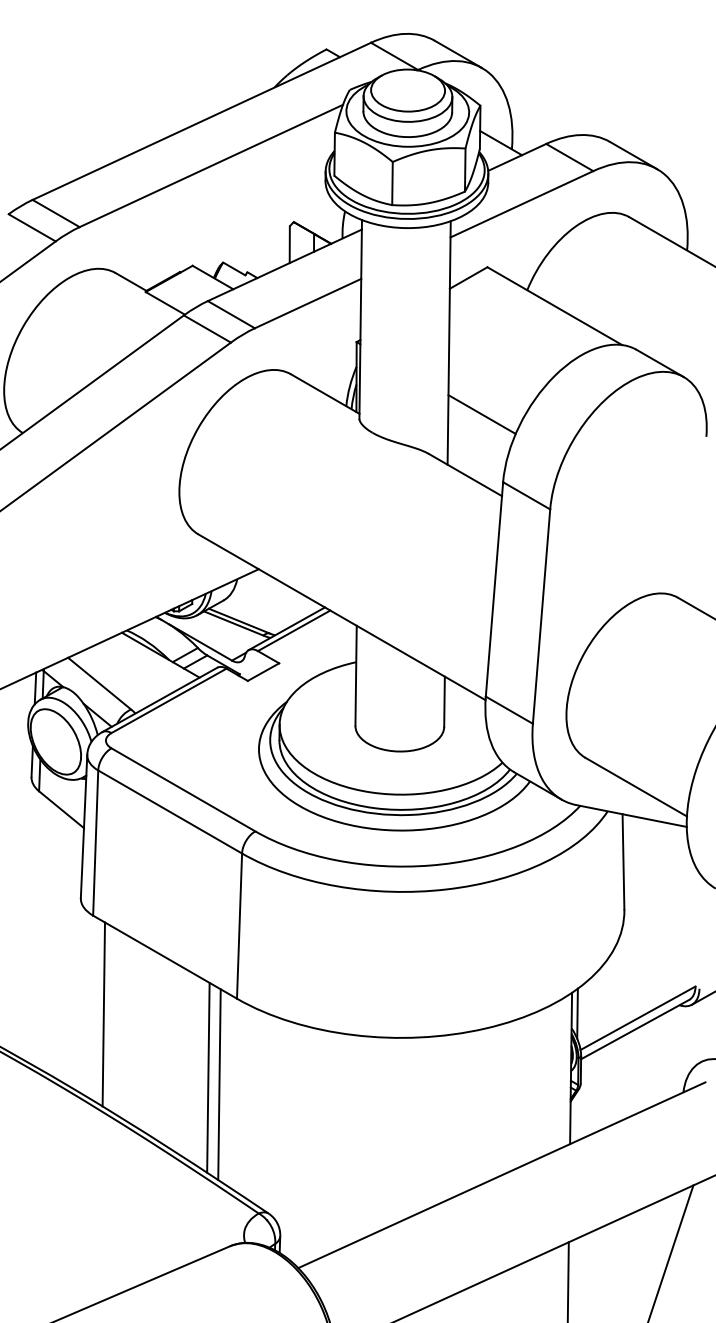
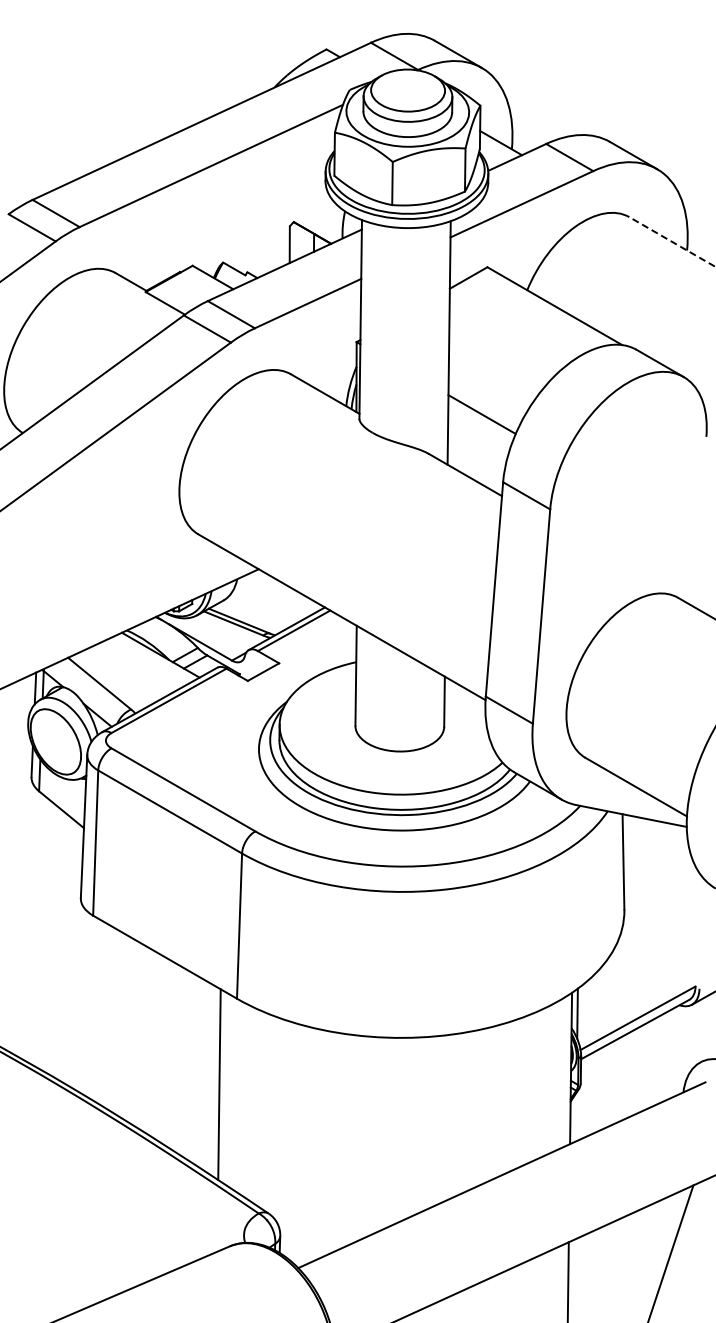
line at (672, 242): solid -> dashed
line at (103, 1014): present -> none
line at (208, 1077): present -> none
